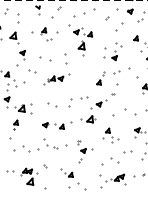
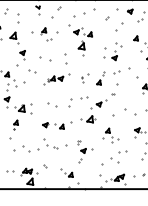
line at (73, 0): dashed -> solid
part at (85, 78): none -> present
part at (127, 151) position: (127, 151) -> (122, 151)
line at (73, 189): none -> present
